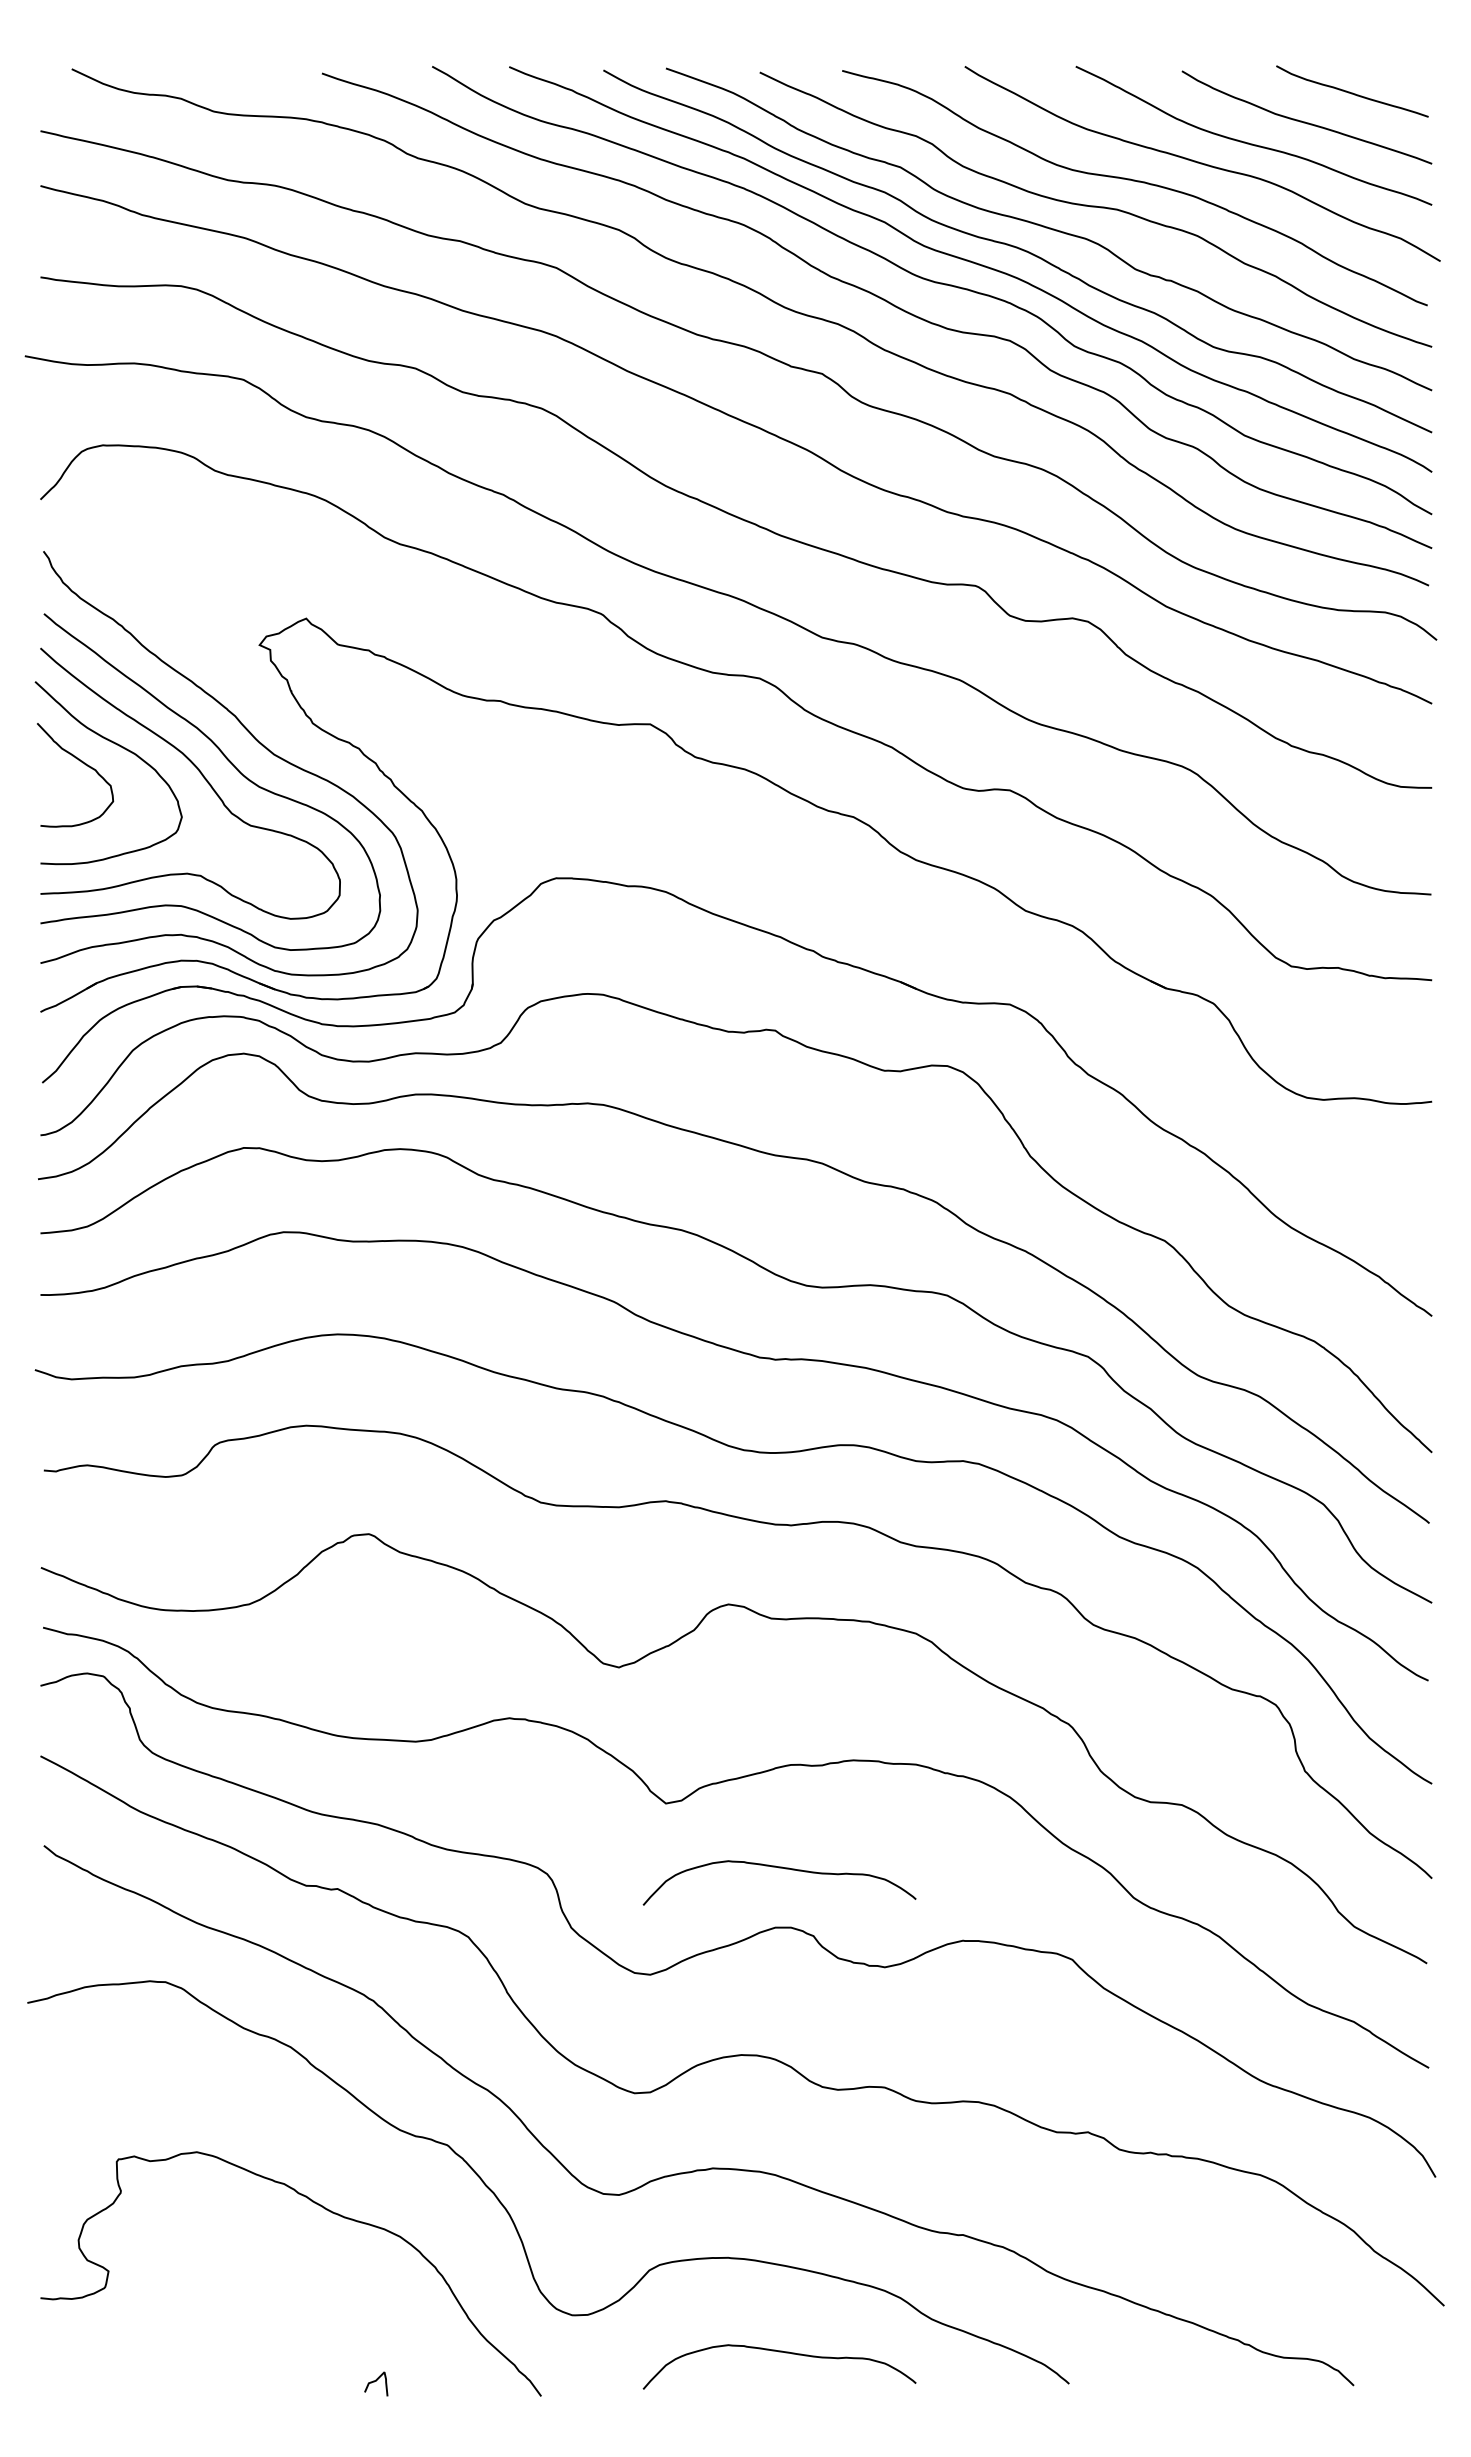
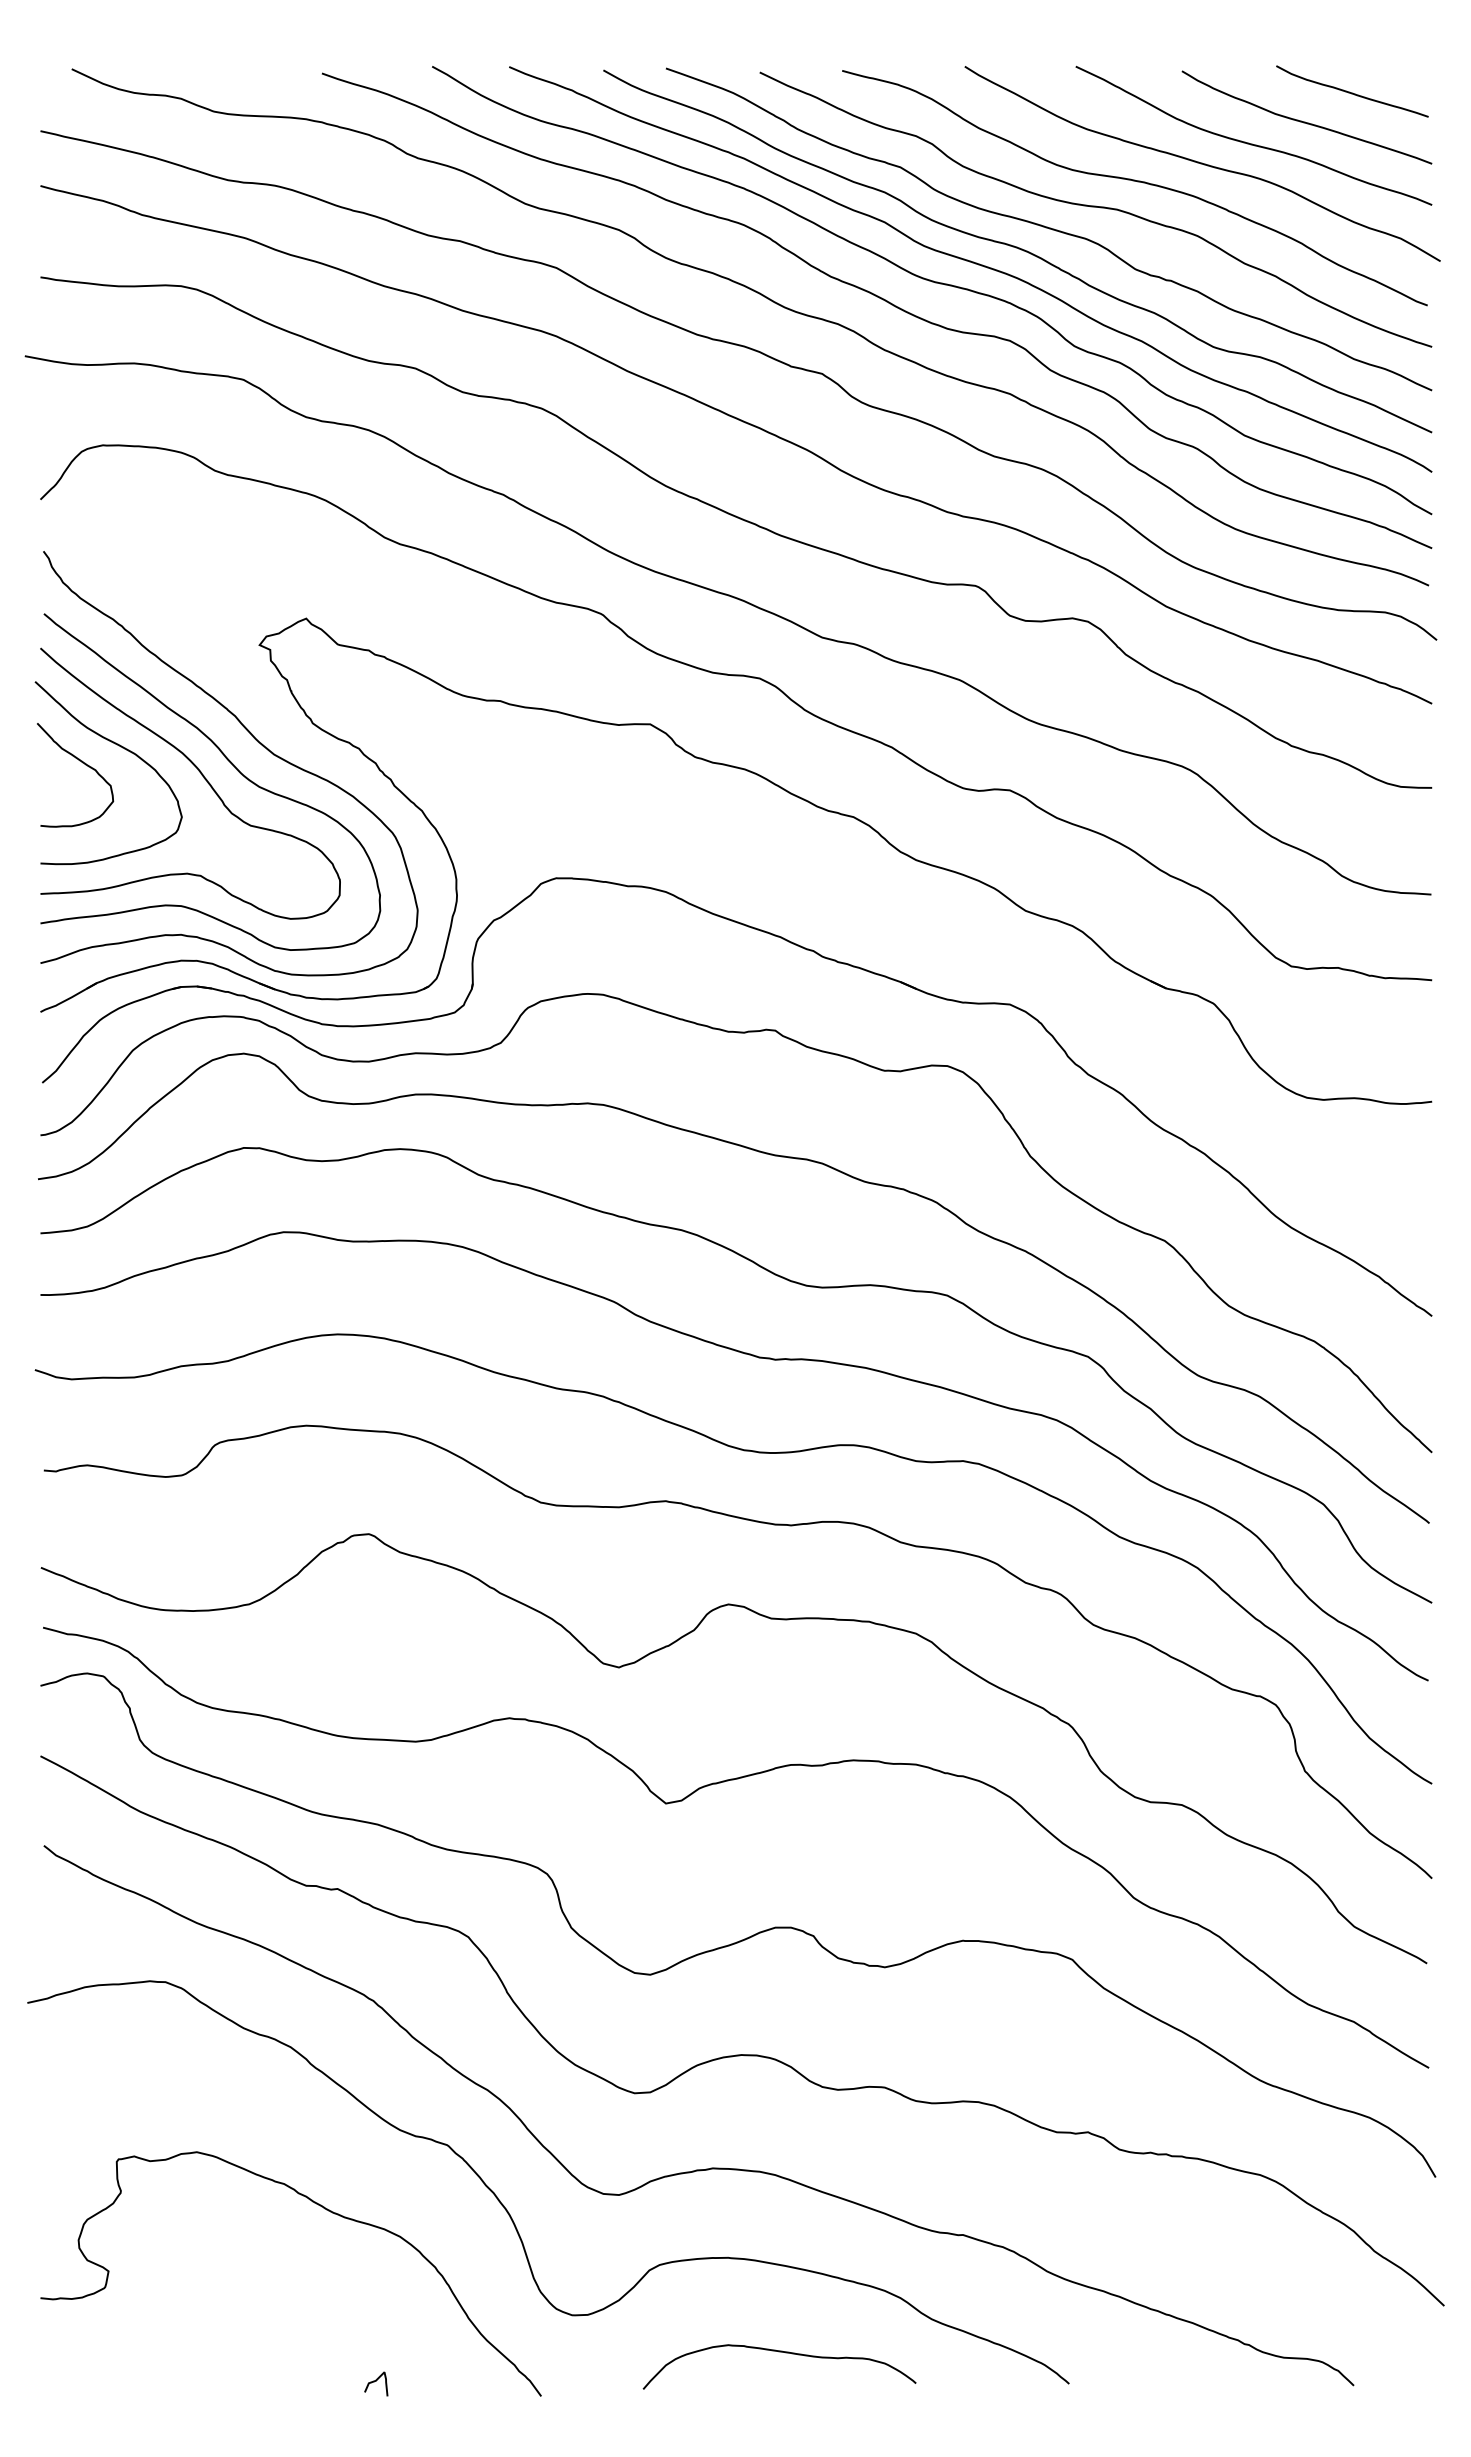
curve at (779, 1868): present -> none
